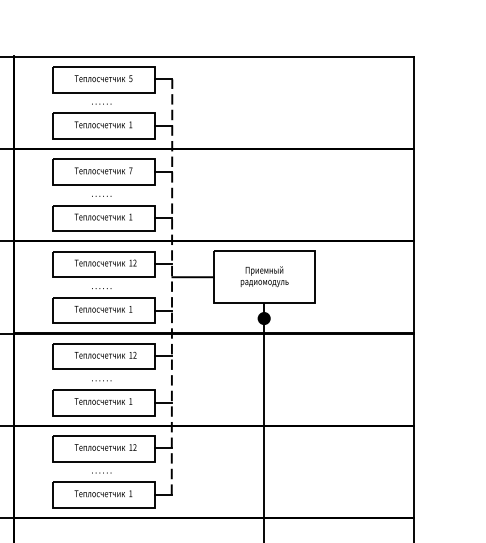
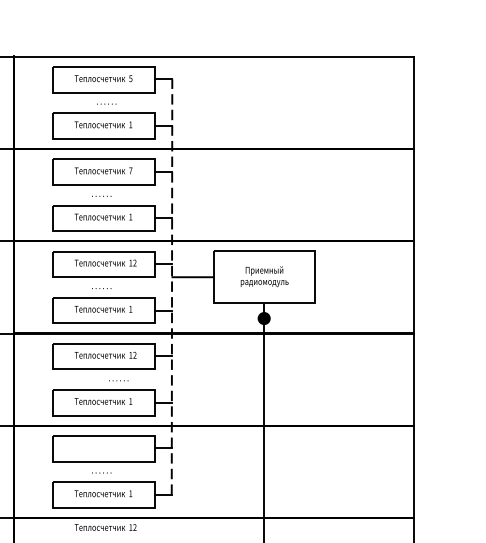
text at (101, 103) position: (101, 103) -> (106, 103)
text at (101, 380) position: (101, 380) -> (118, 380)
text at (105, 447) position: (105, 447) -> (105, 527)
